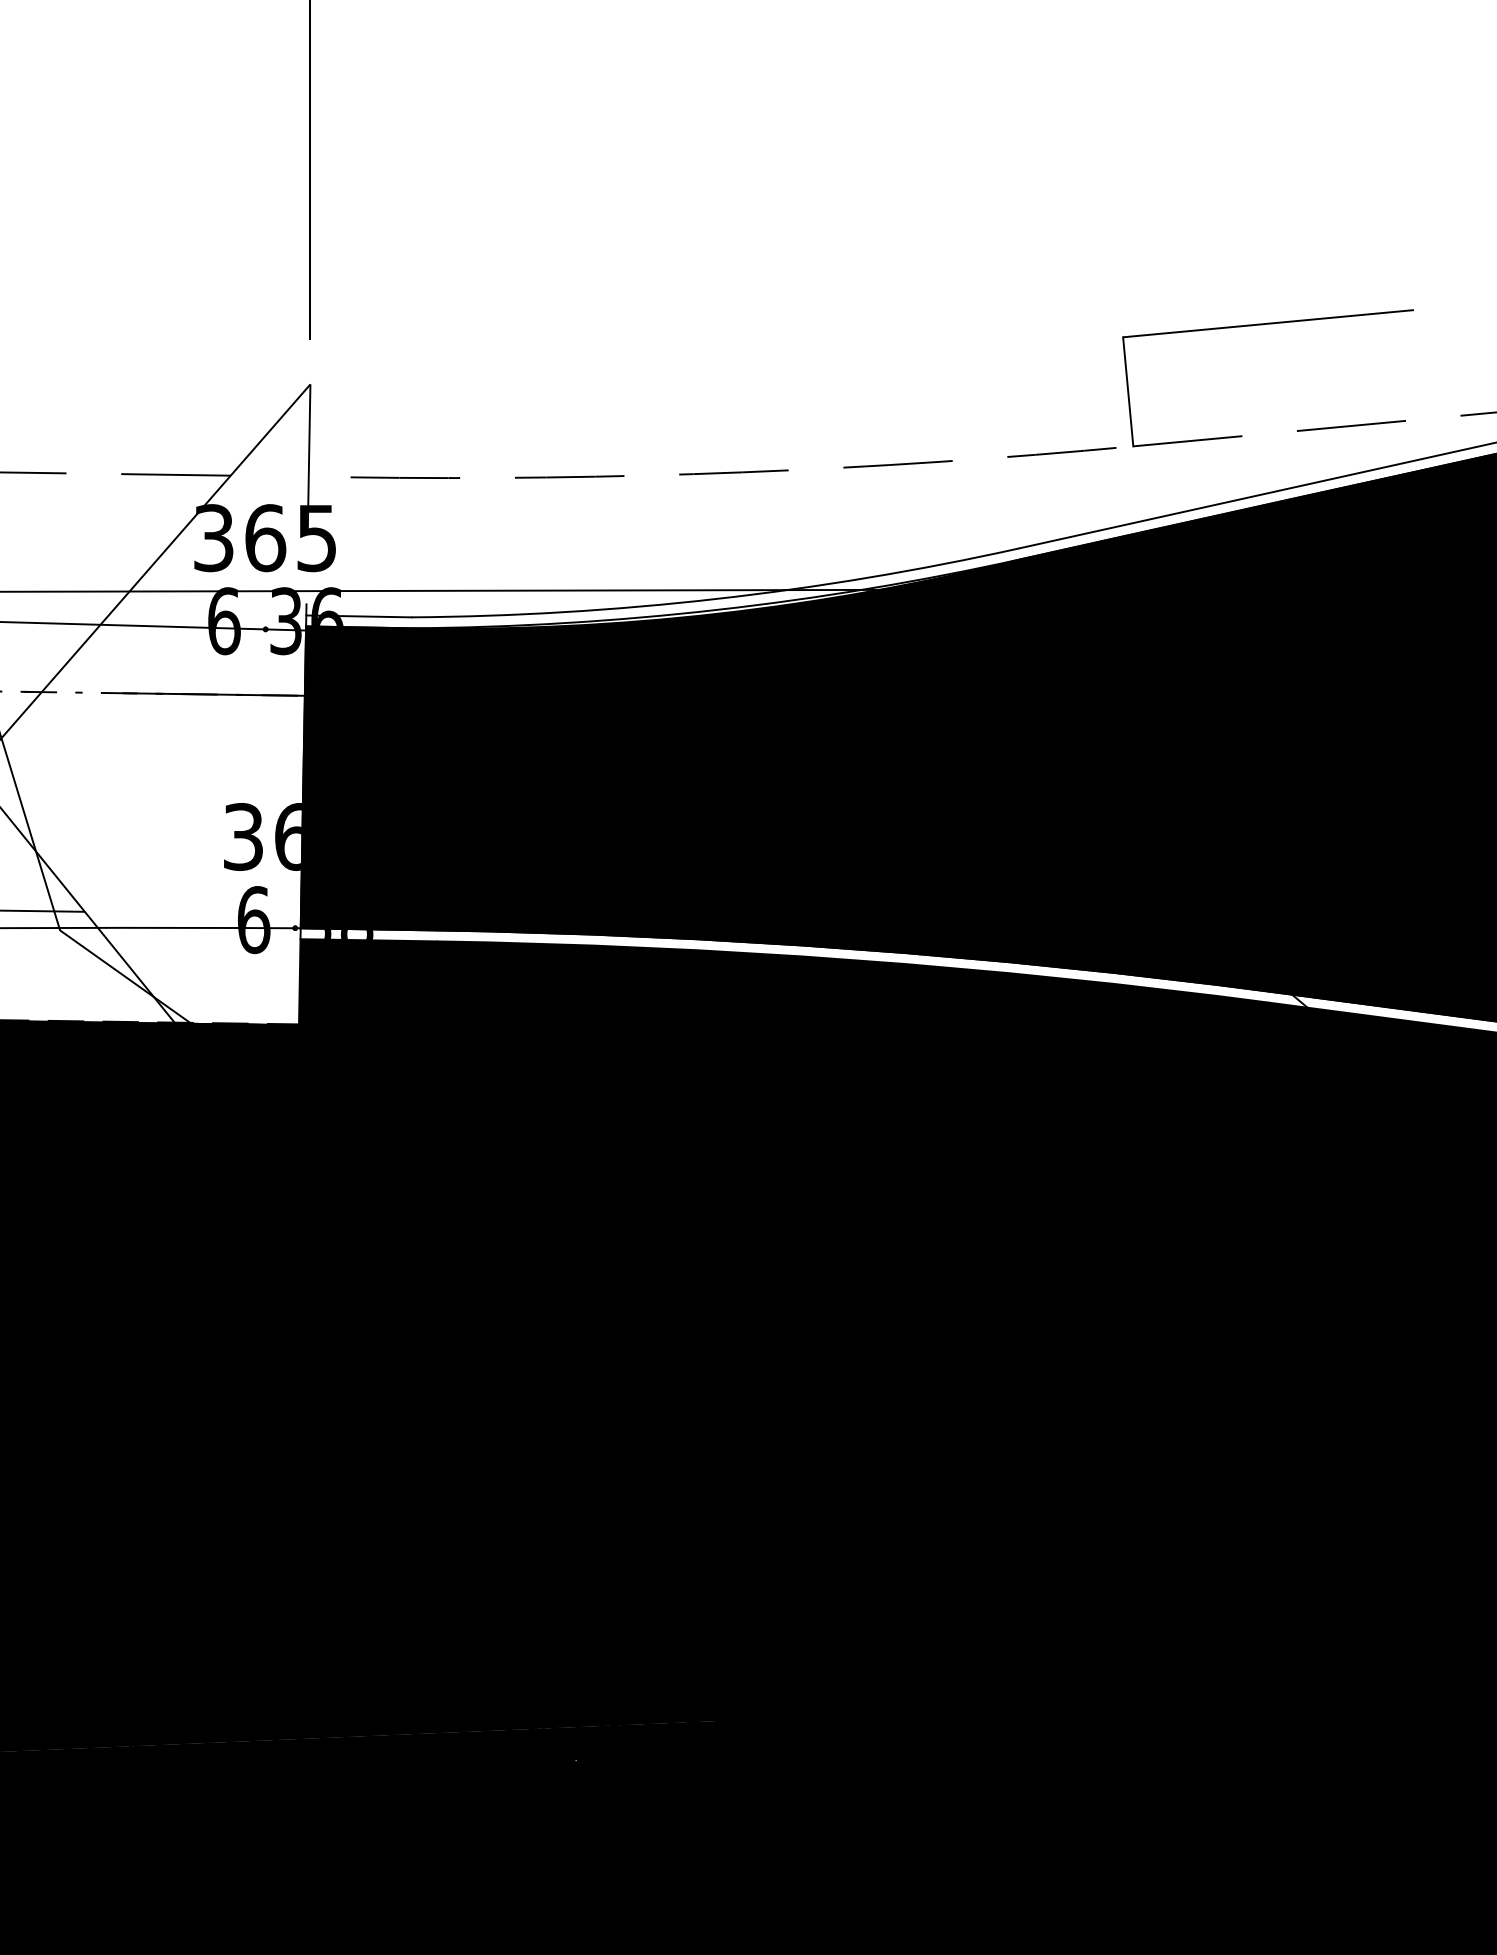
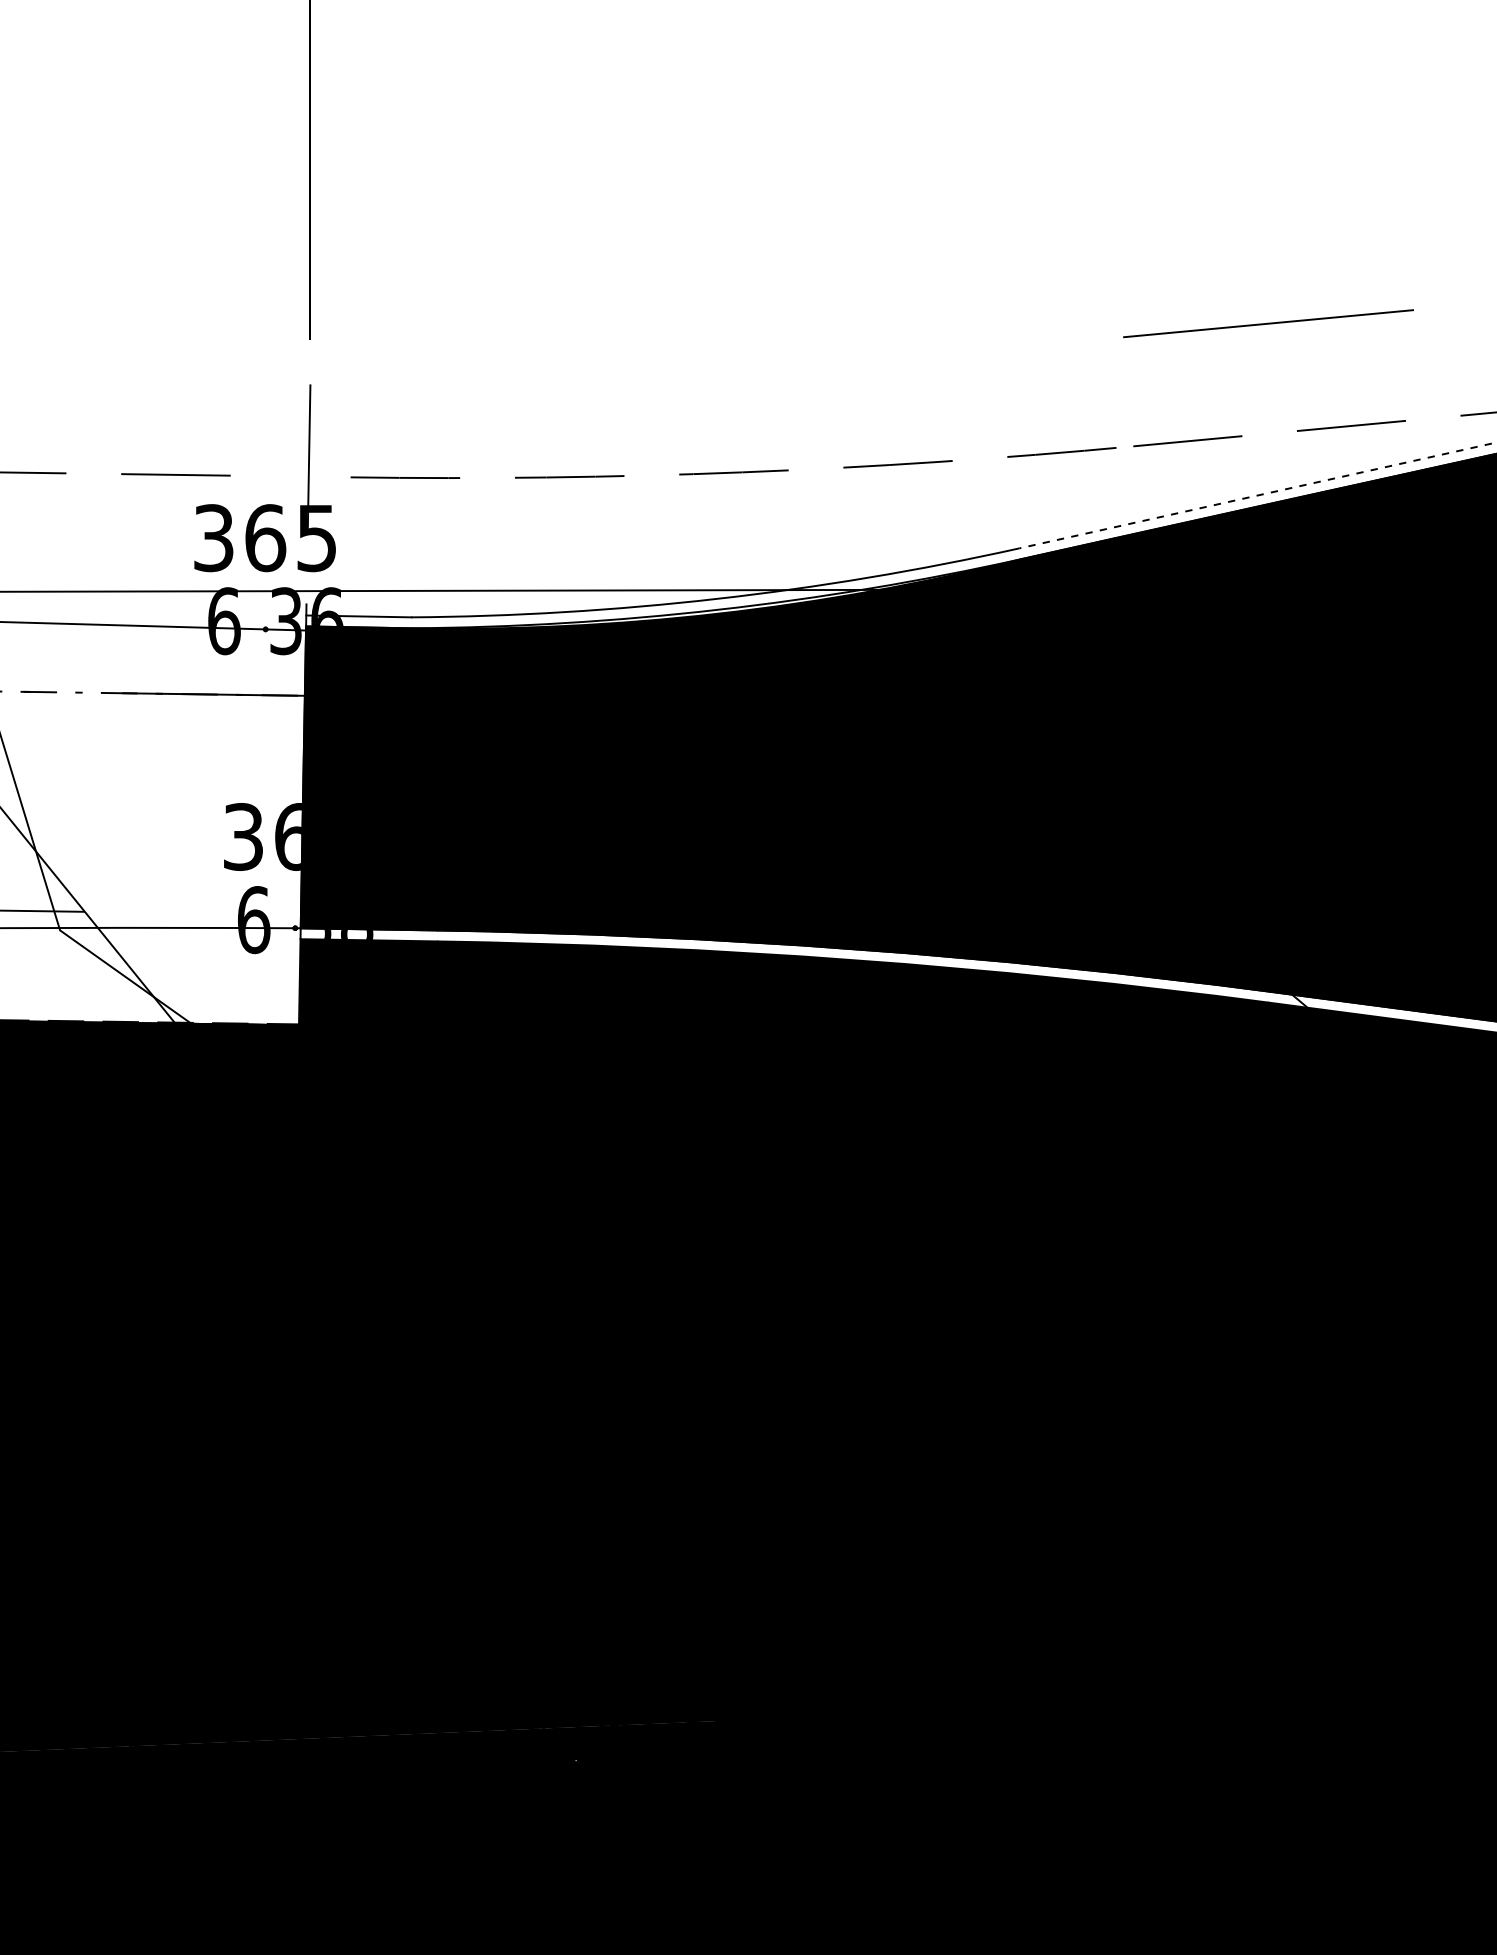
line at (1128, 391): present -> none
line at (1257, 495): solid -> dashed
line at (156, 560): present -> none
